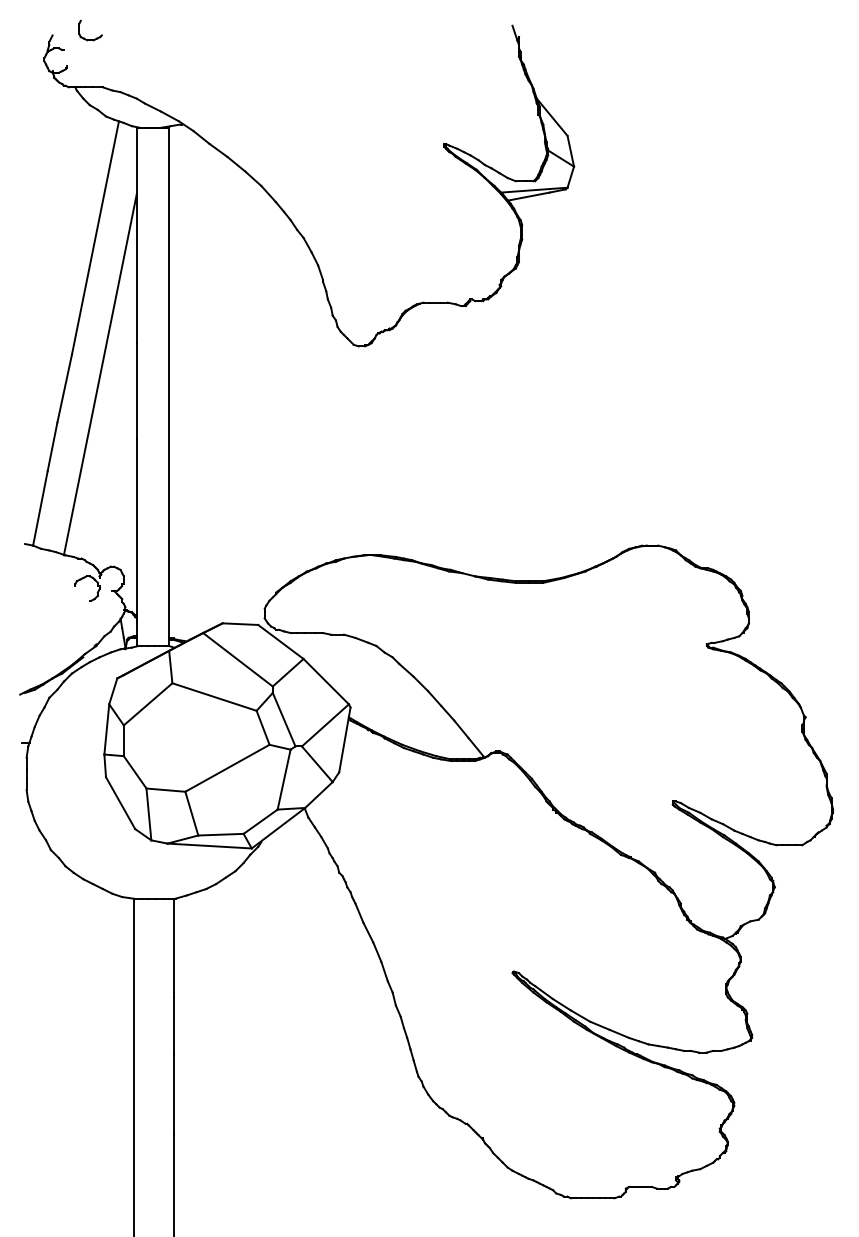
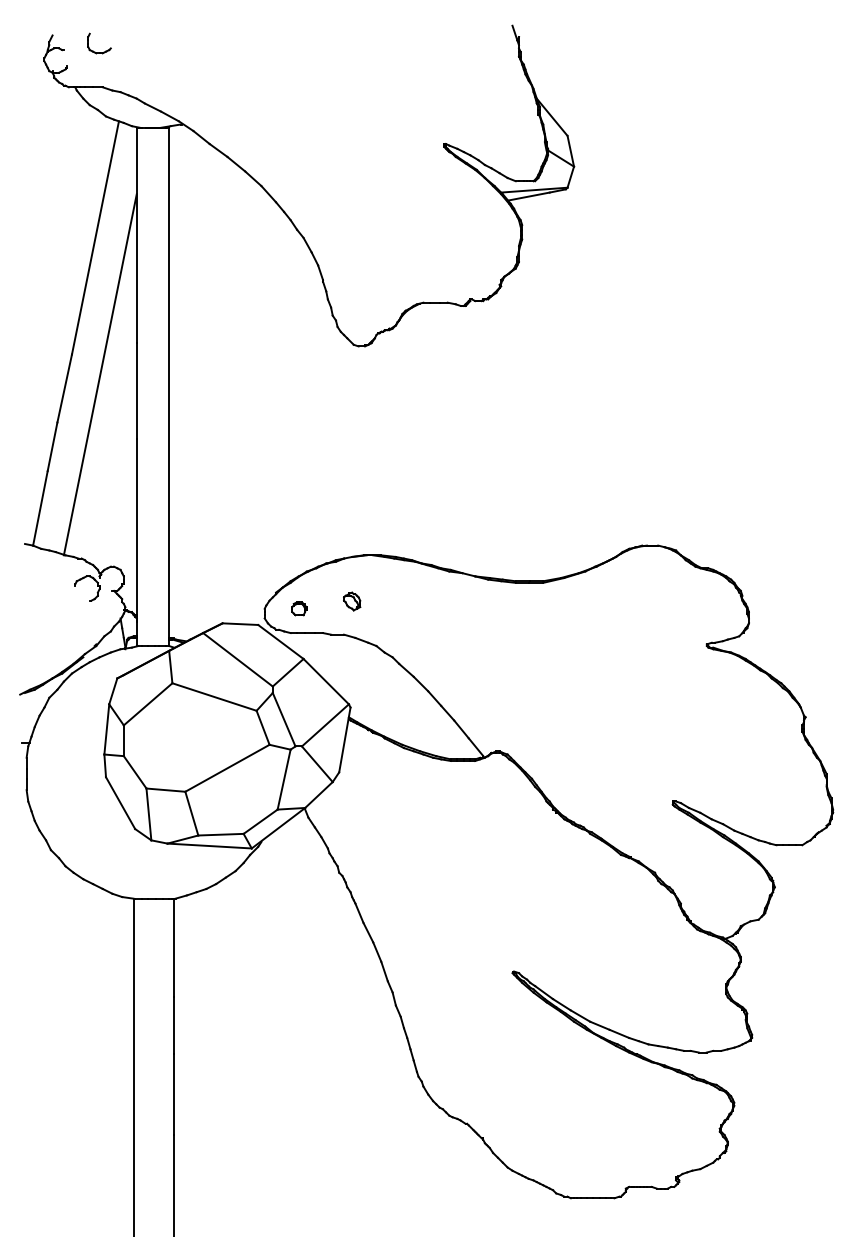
part at (86, 38) position: (86, 38) -> (95, 51)
part at (352, 601): none -> present
part at (299, 608): none -> present
